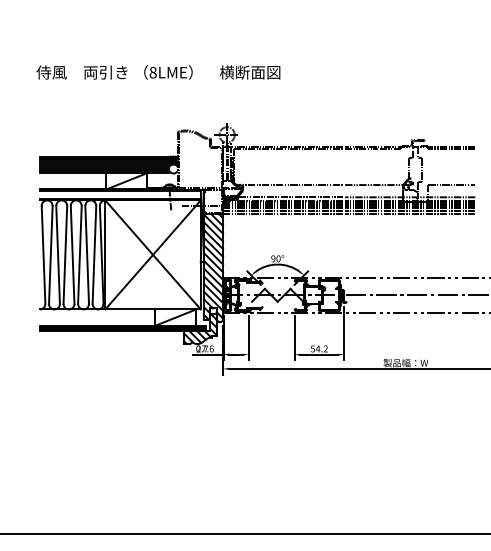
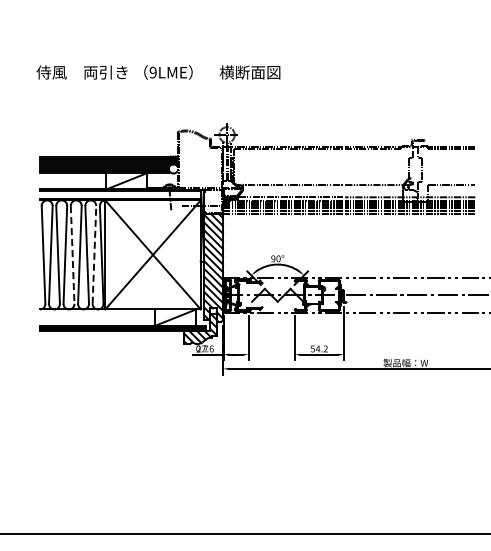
text at (152, 72): 8LME -> 9LME
line at (72, 254): solid -> dashed
line at (94, 254): solid -> dashed
